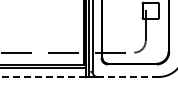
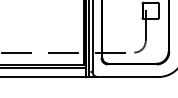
line at (127, 76): dashed -> solid
line at (42, 77): dashed -> solid
